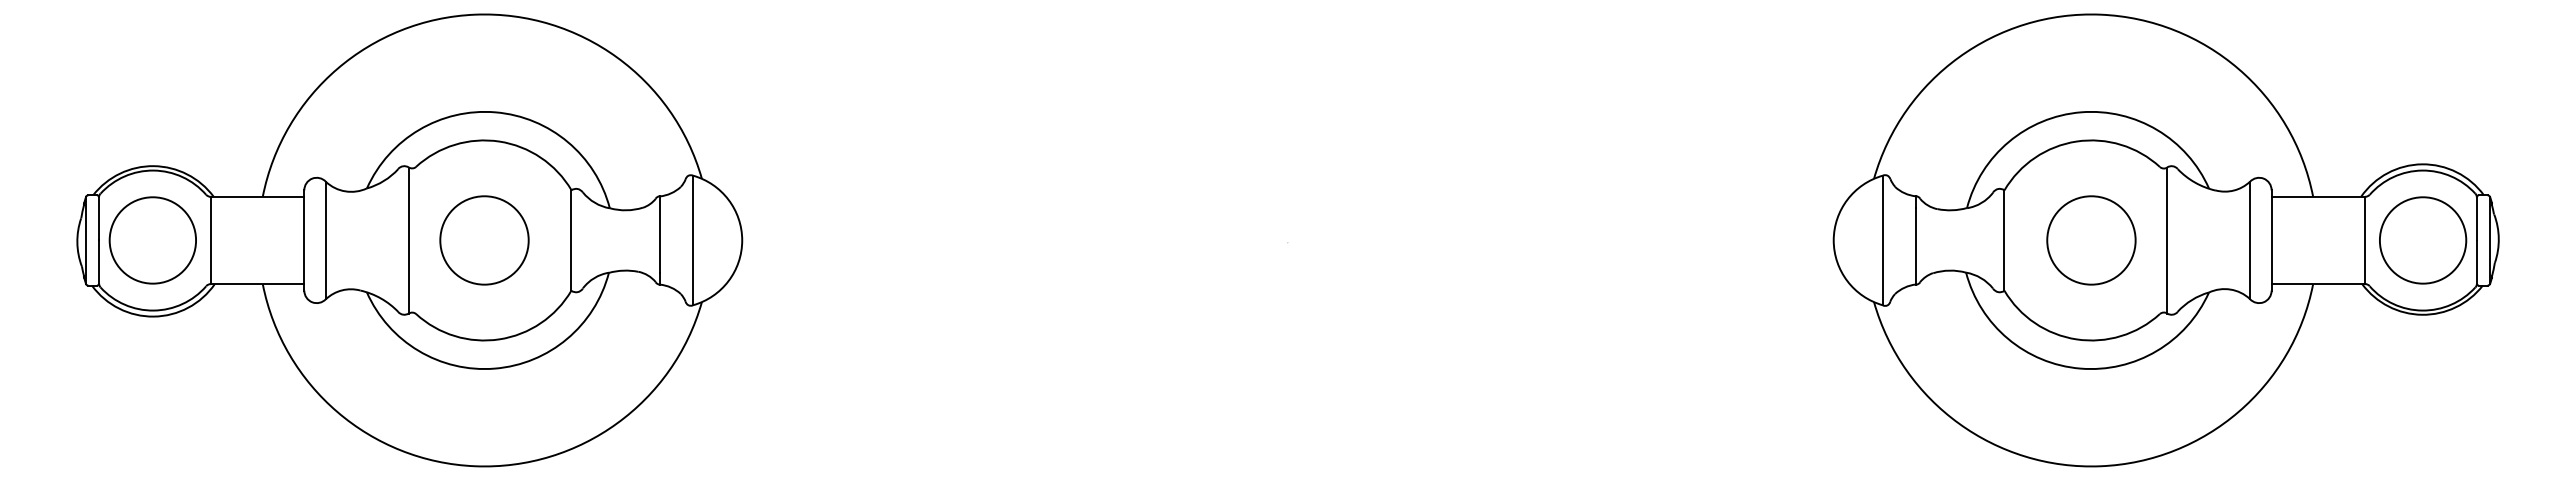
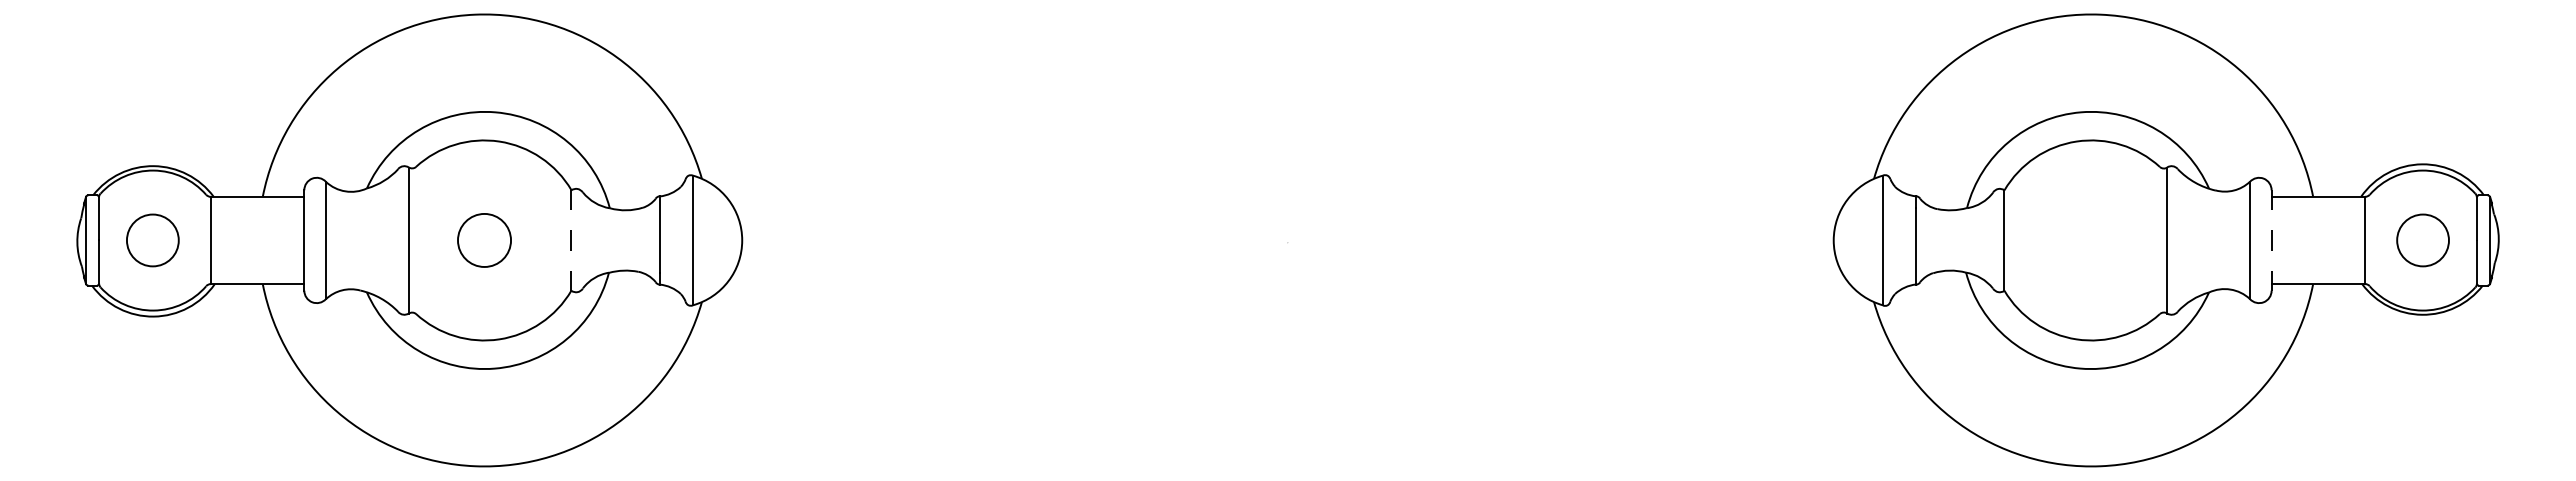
line at (2271, 239): solid -> dashed
circle at (152, 240) diameter: 86 px -> 52 px
circle at (484, 240) diameter: 88 px -> 53 px
line at (571, 240): solid -> dashed
circle at (2091, 240): present -> none
circle at (2422, 240) diameter: 86 px -> 52 px
